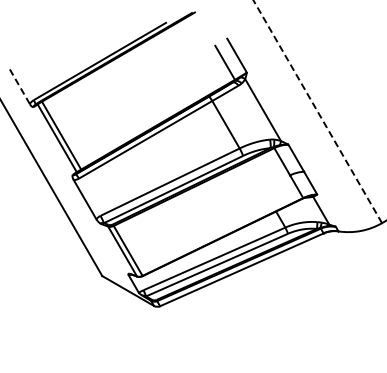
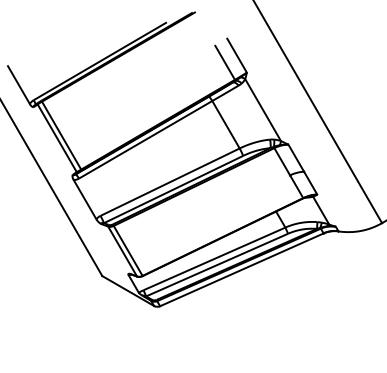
line at (18, 85): dashed -> solid
line at (317, 111): dashed -> solid
